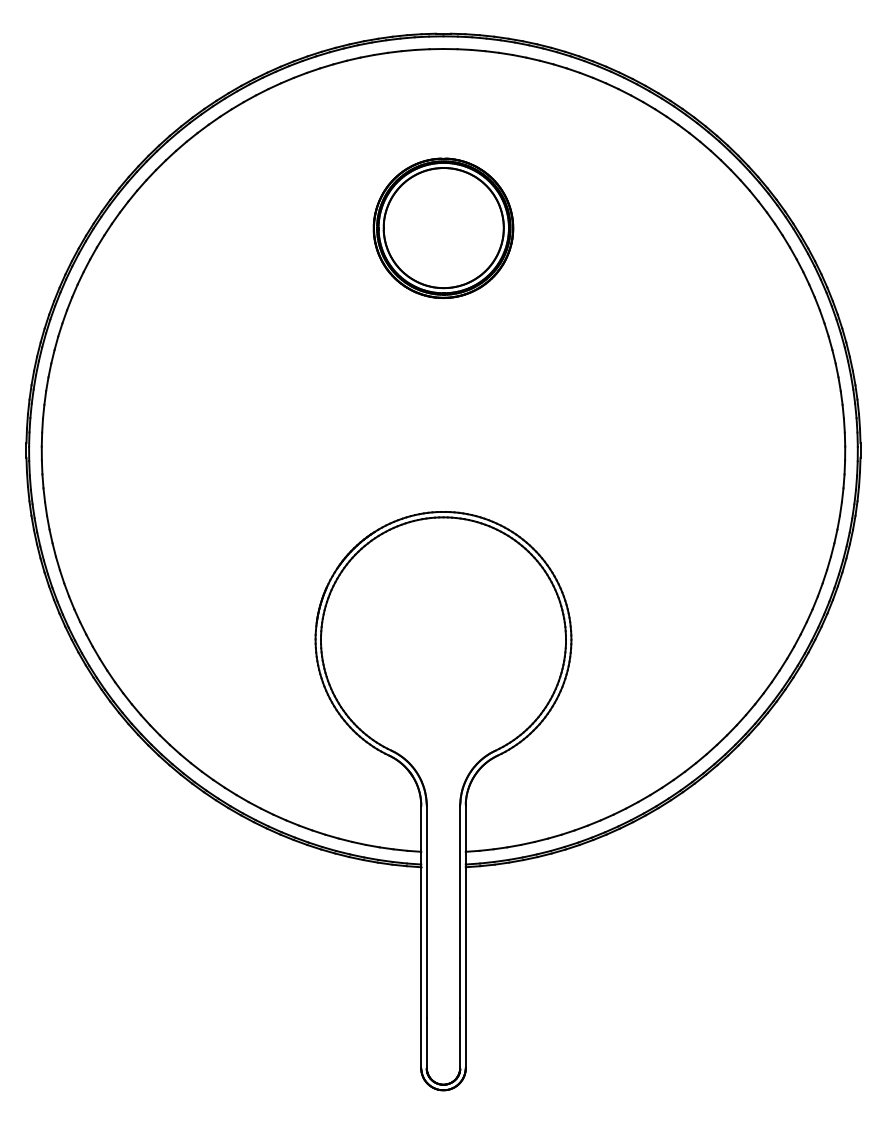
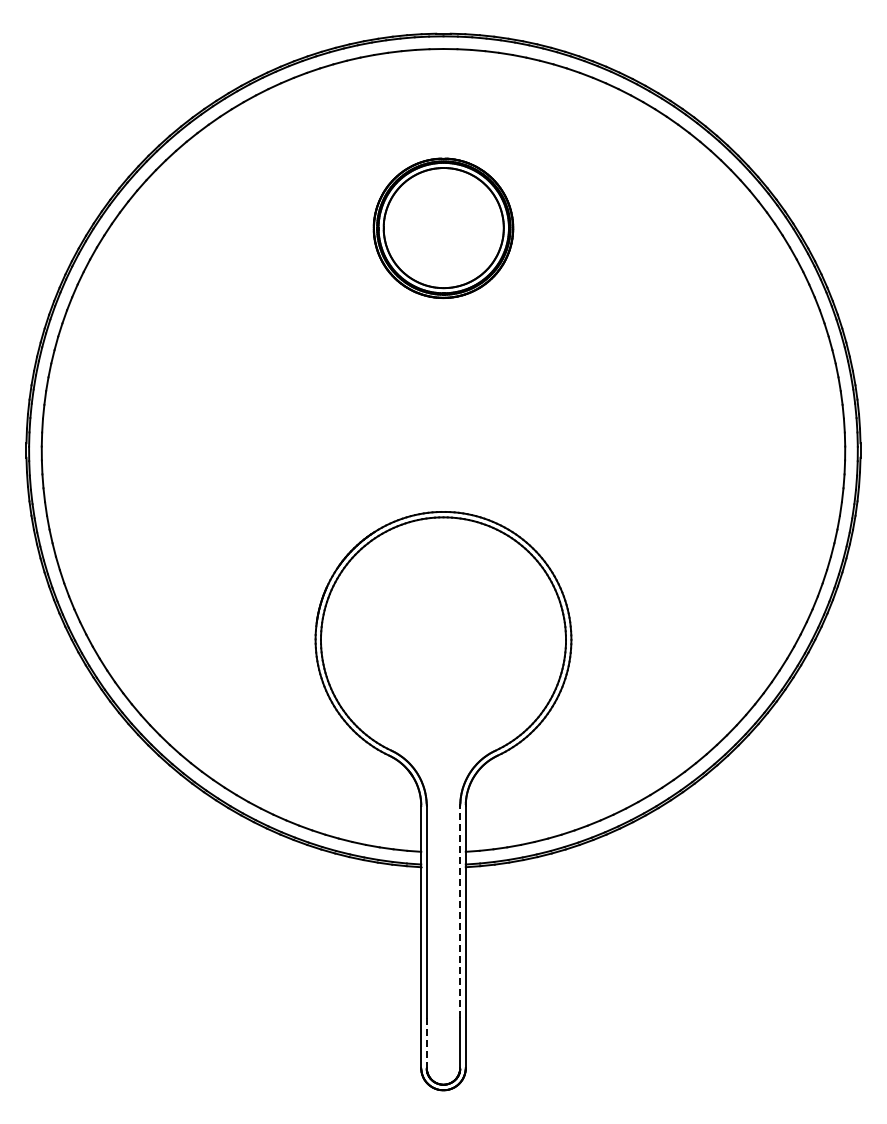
line at (460, 912): solid -> dashed
line at (426, 1043): solid -> dashed
